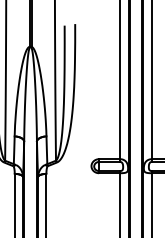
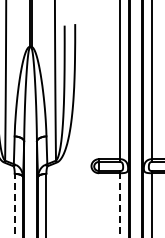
line at (14, 205): solid -> dashed
line at (120, 205): solid -> dashed
